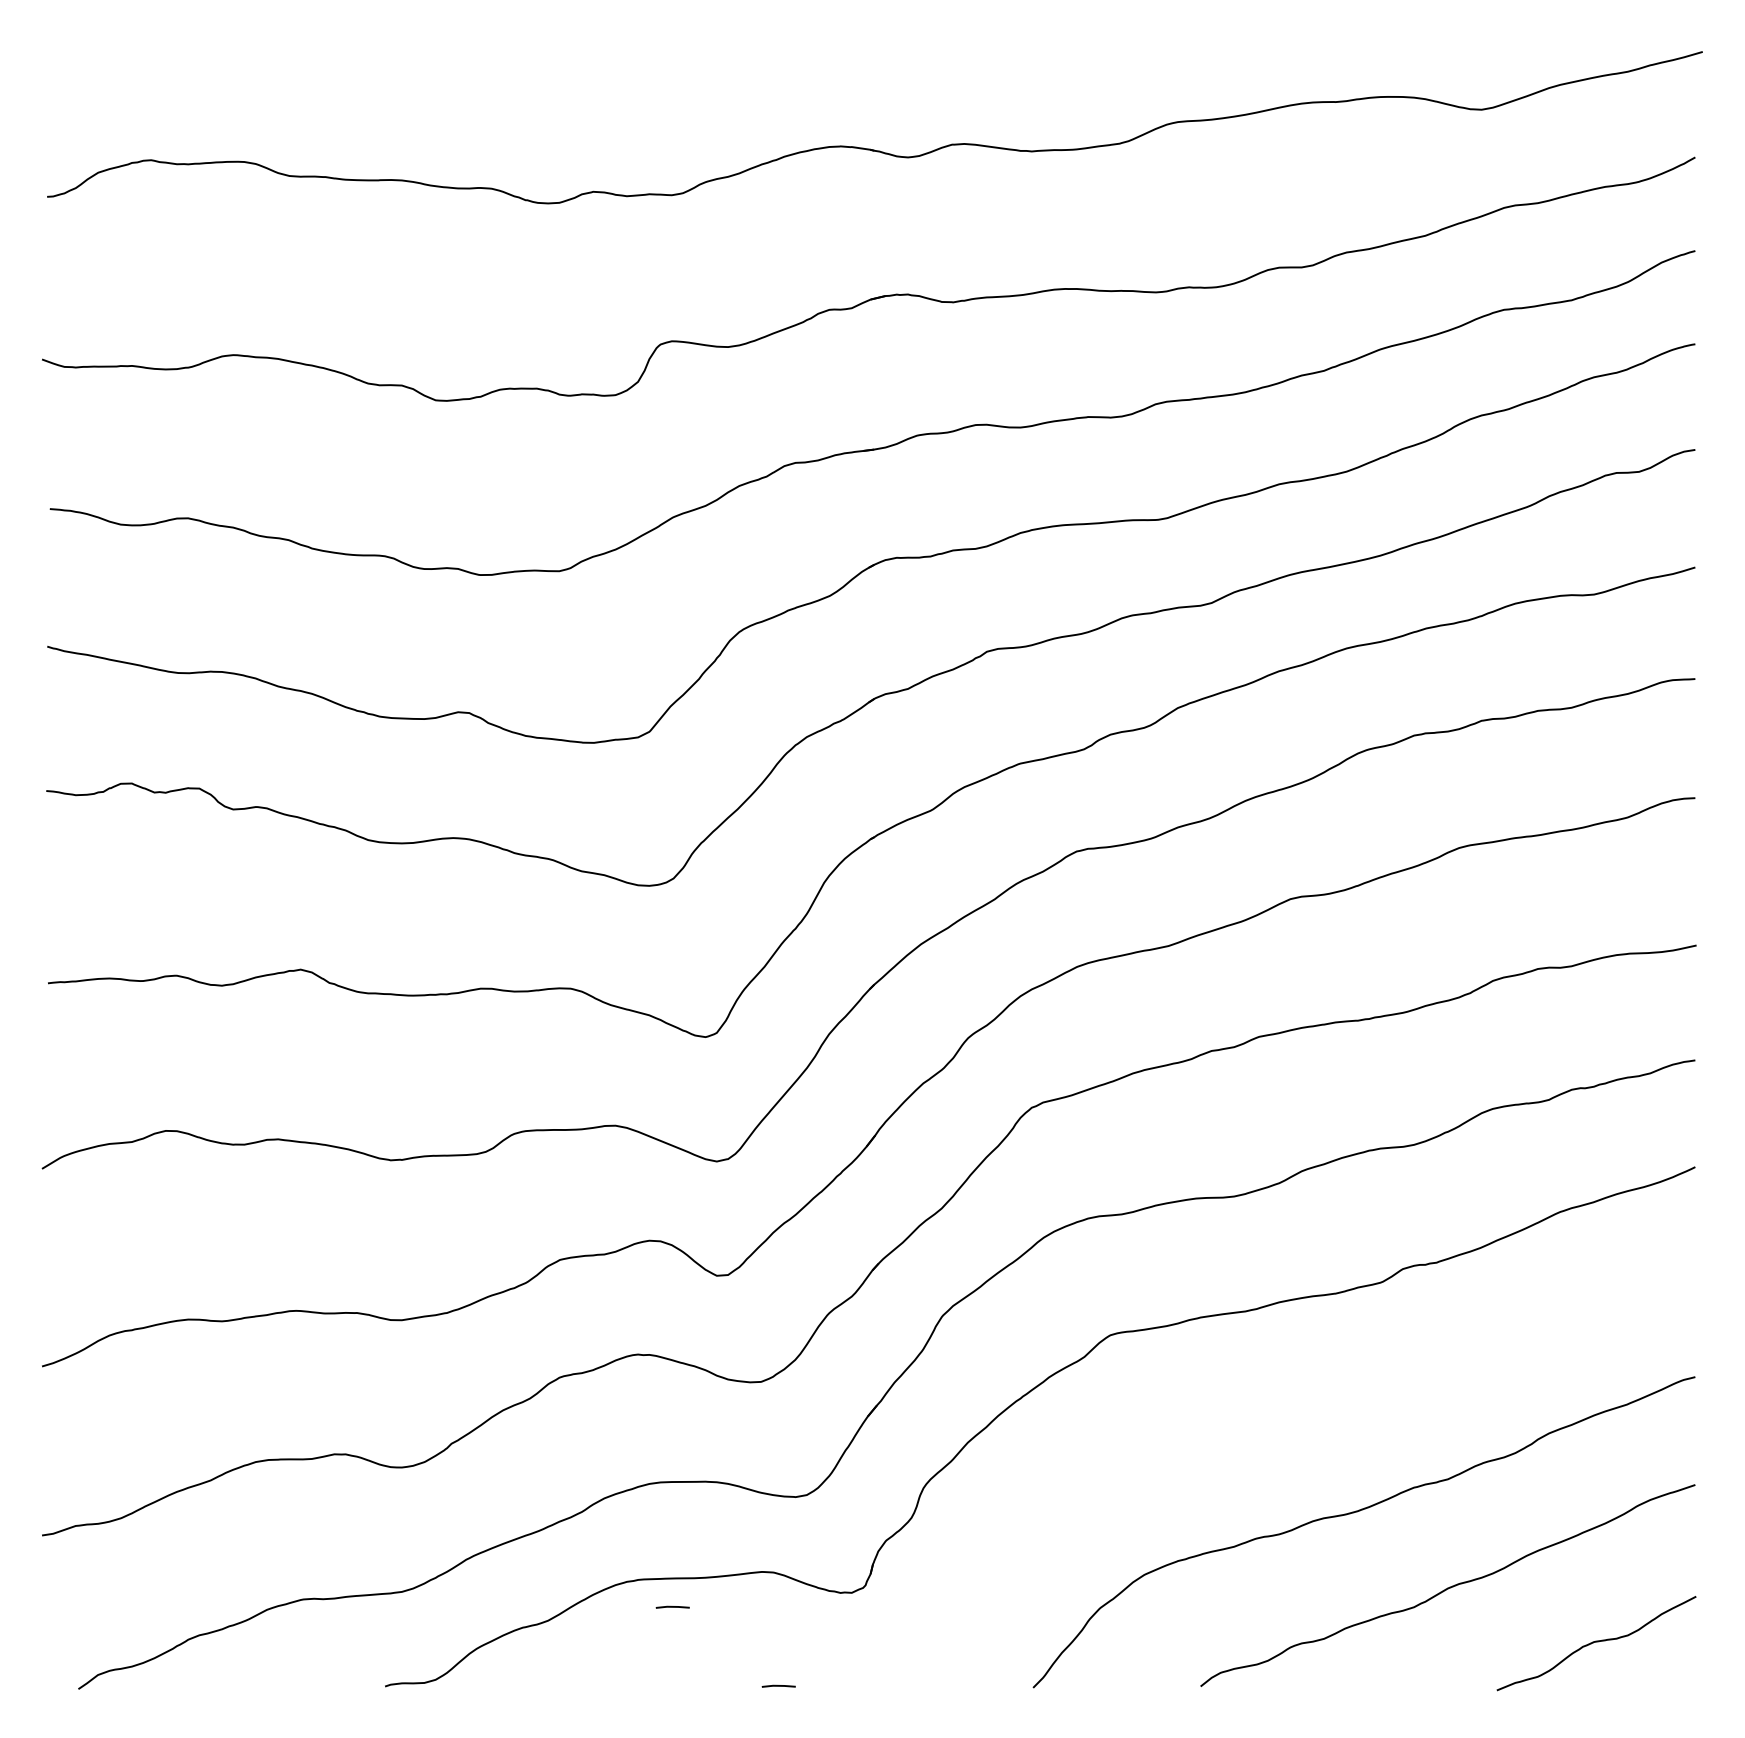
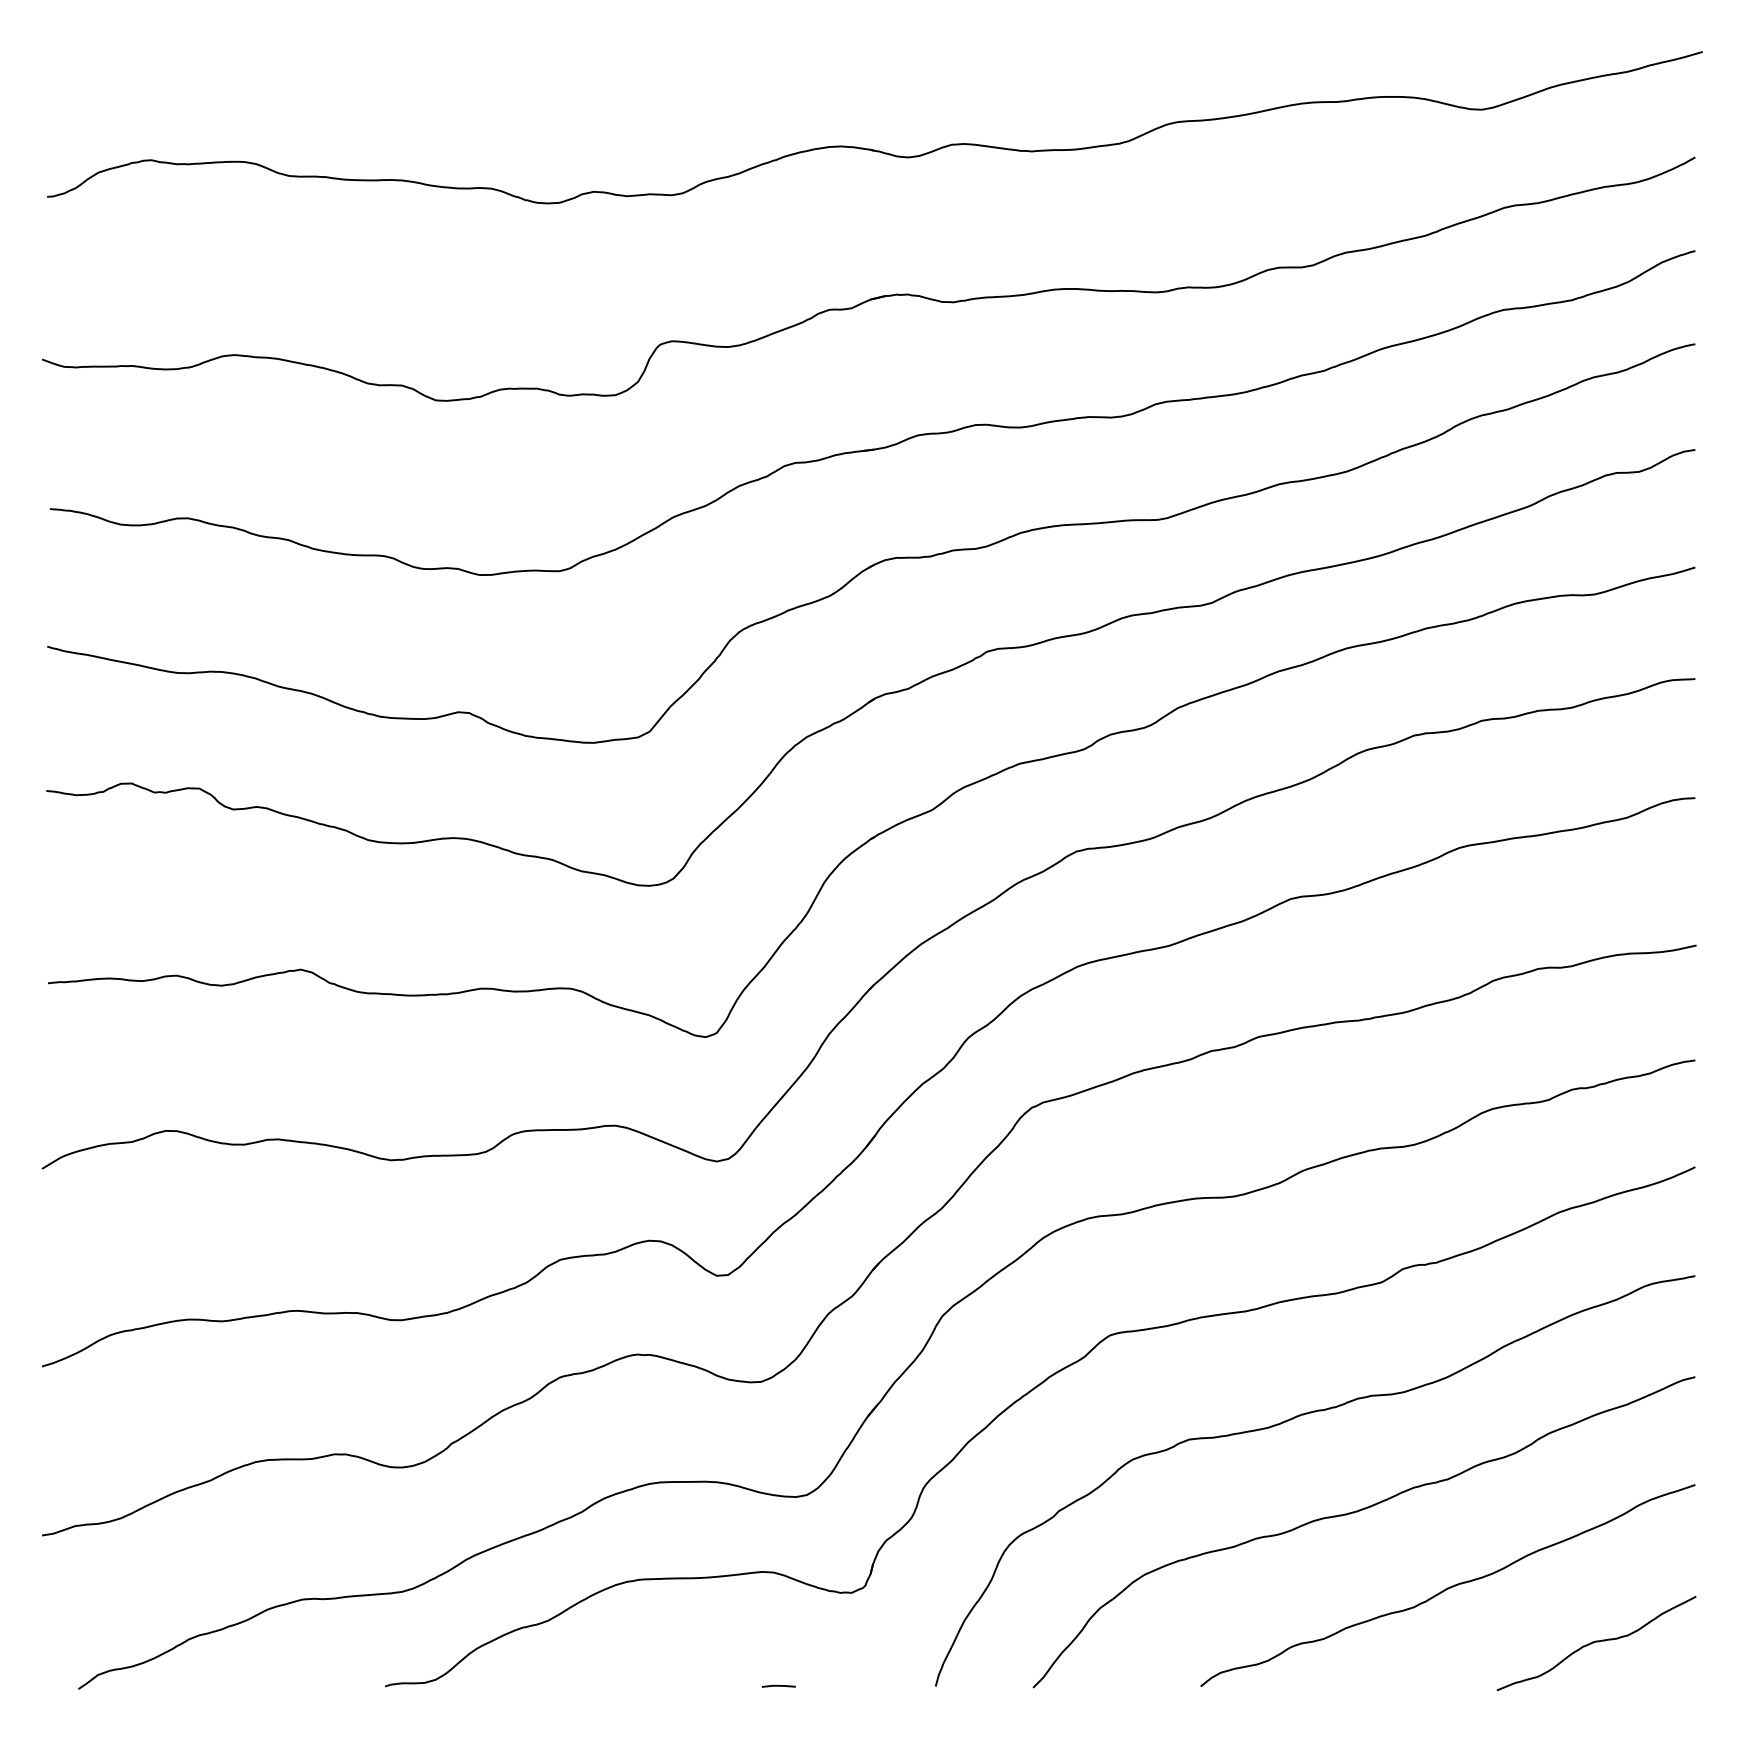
curve at (1293, 1419): none -> present
line at (672, 1606): present -> none
